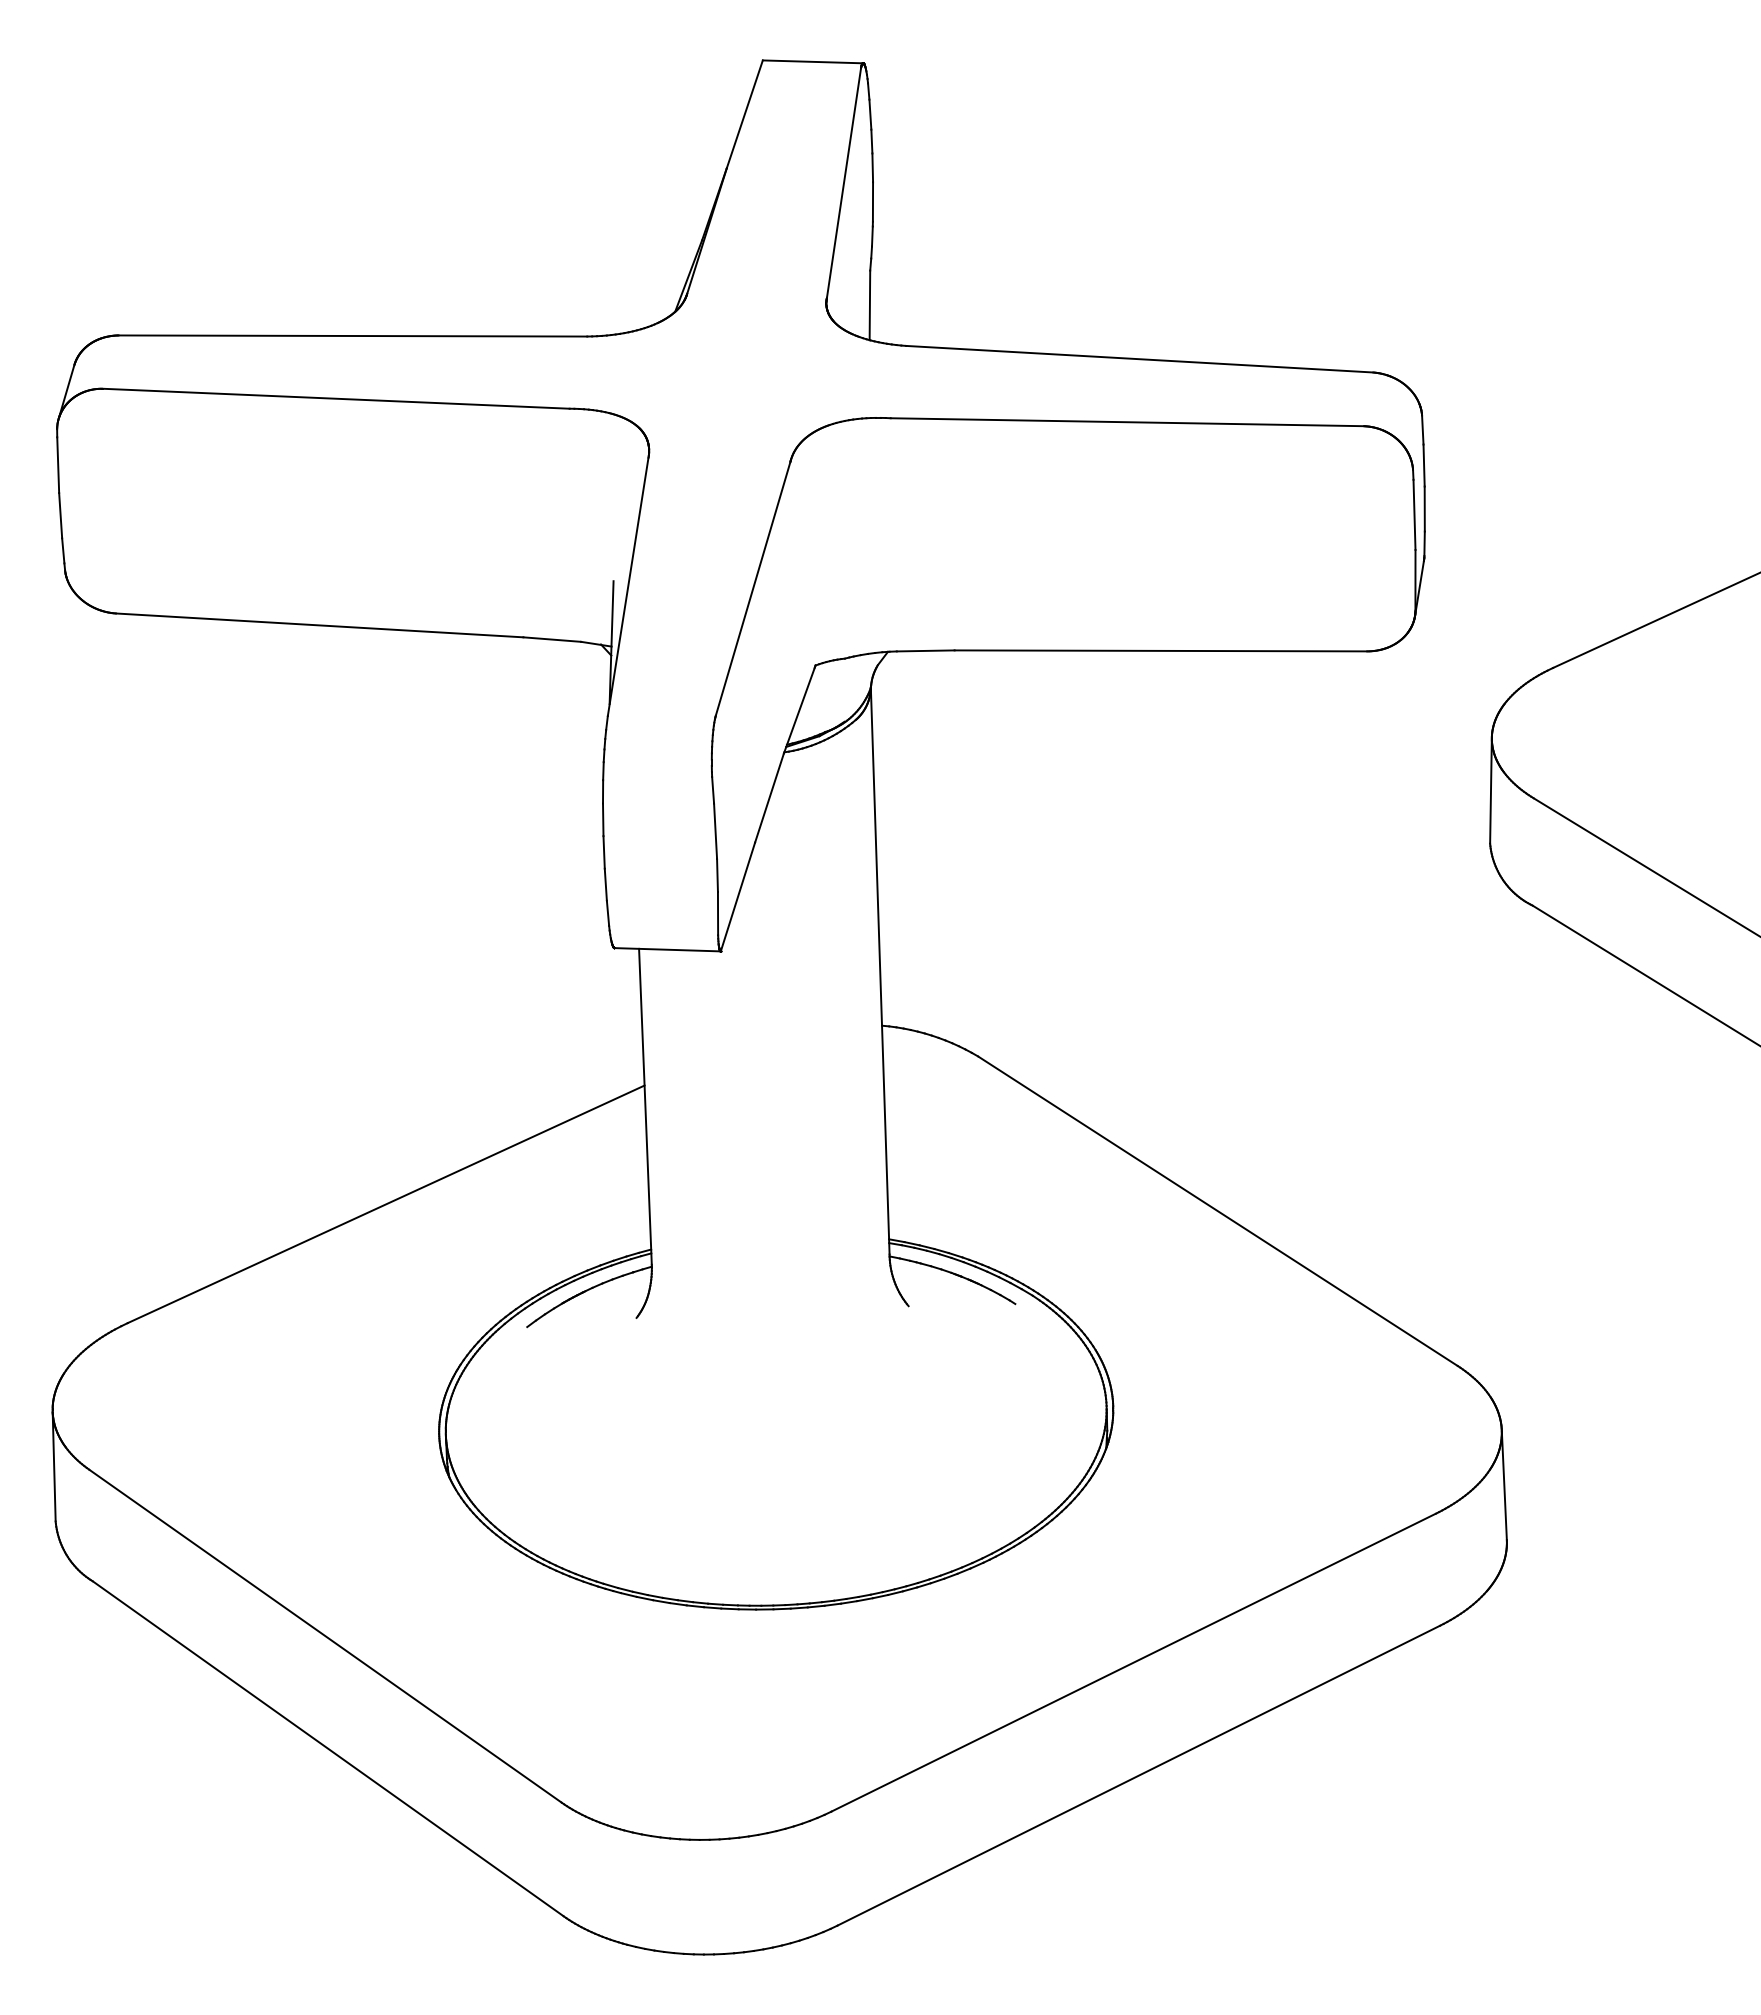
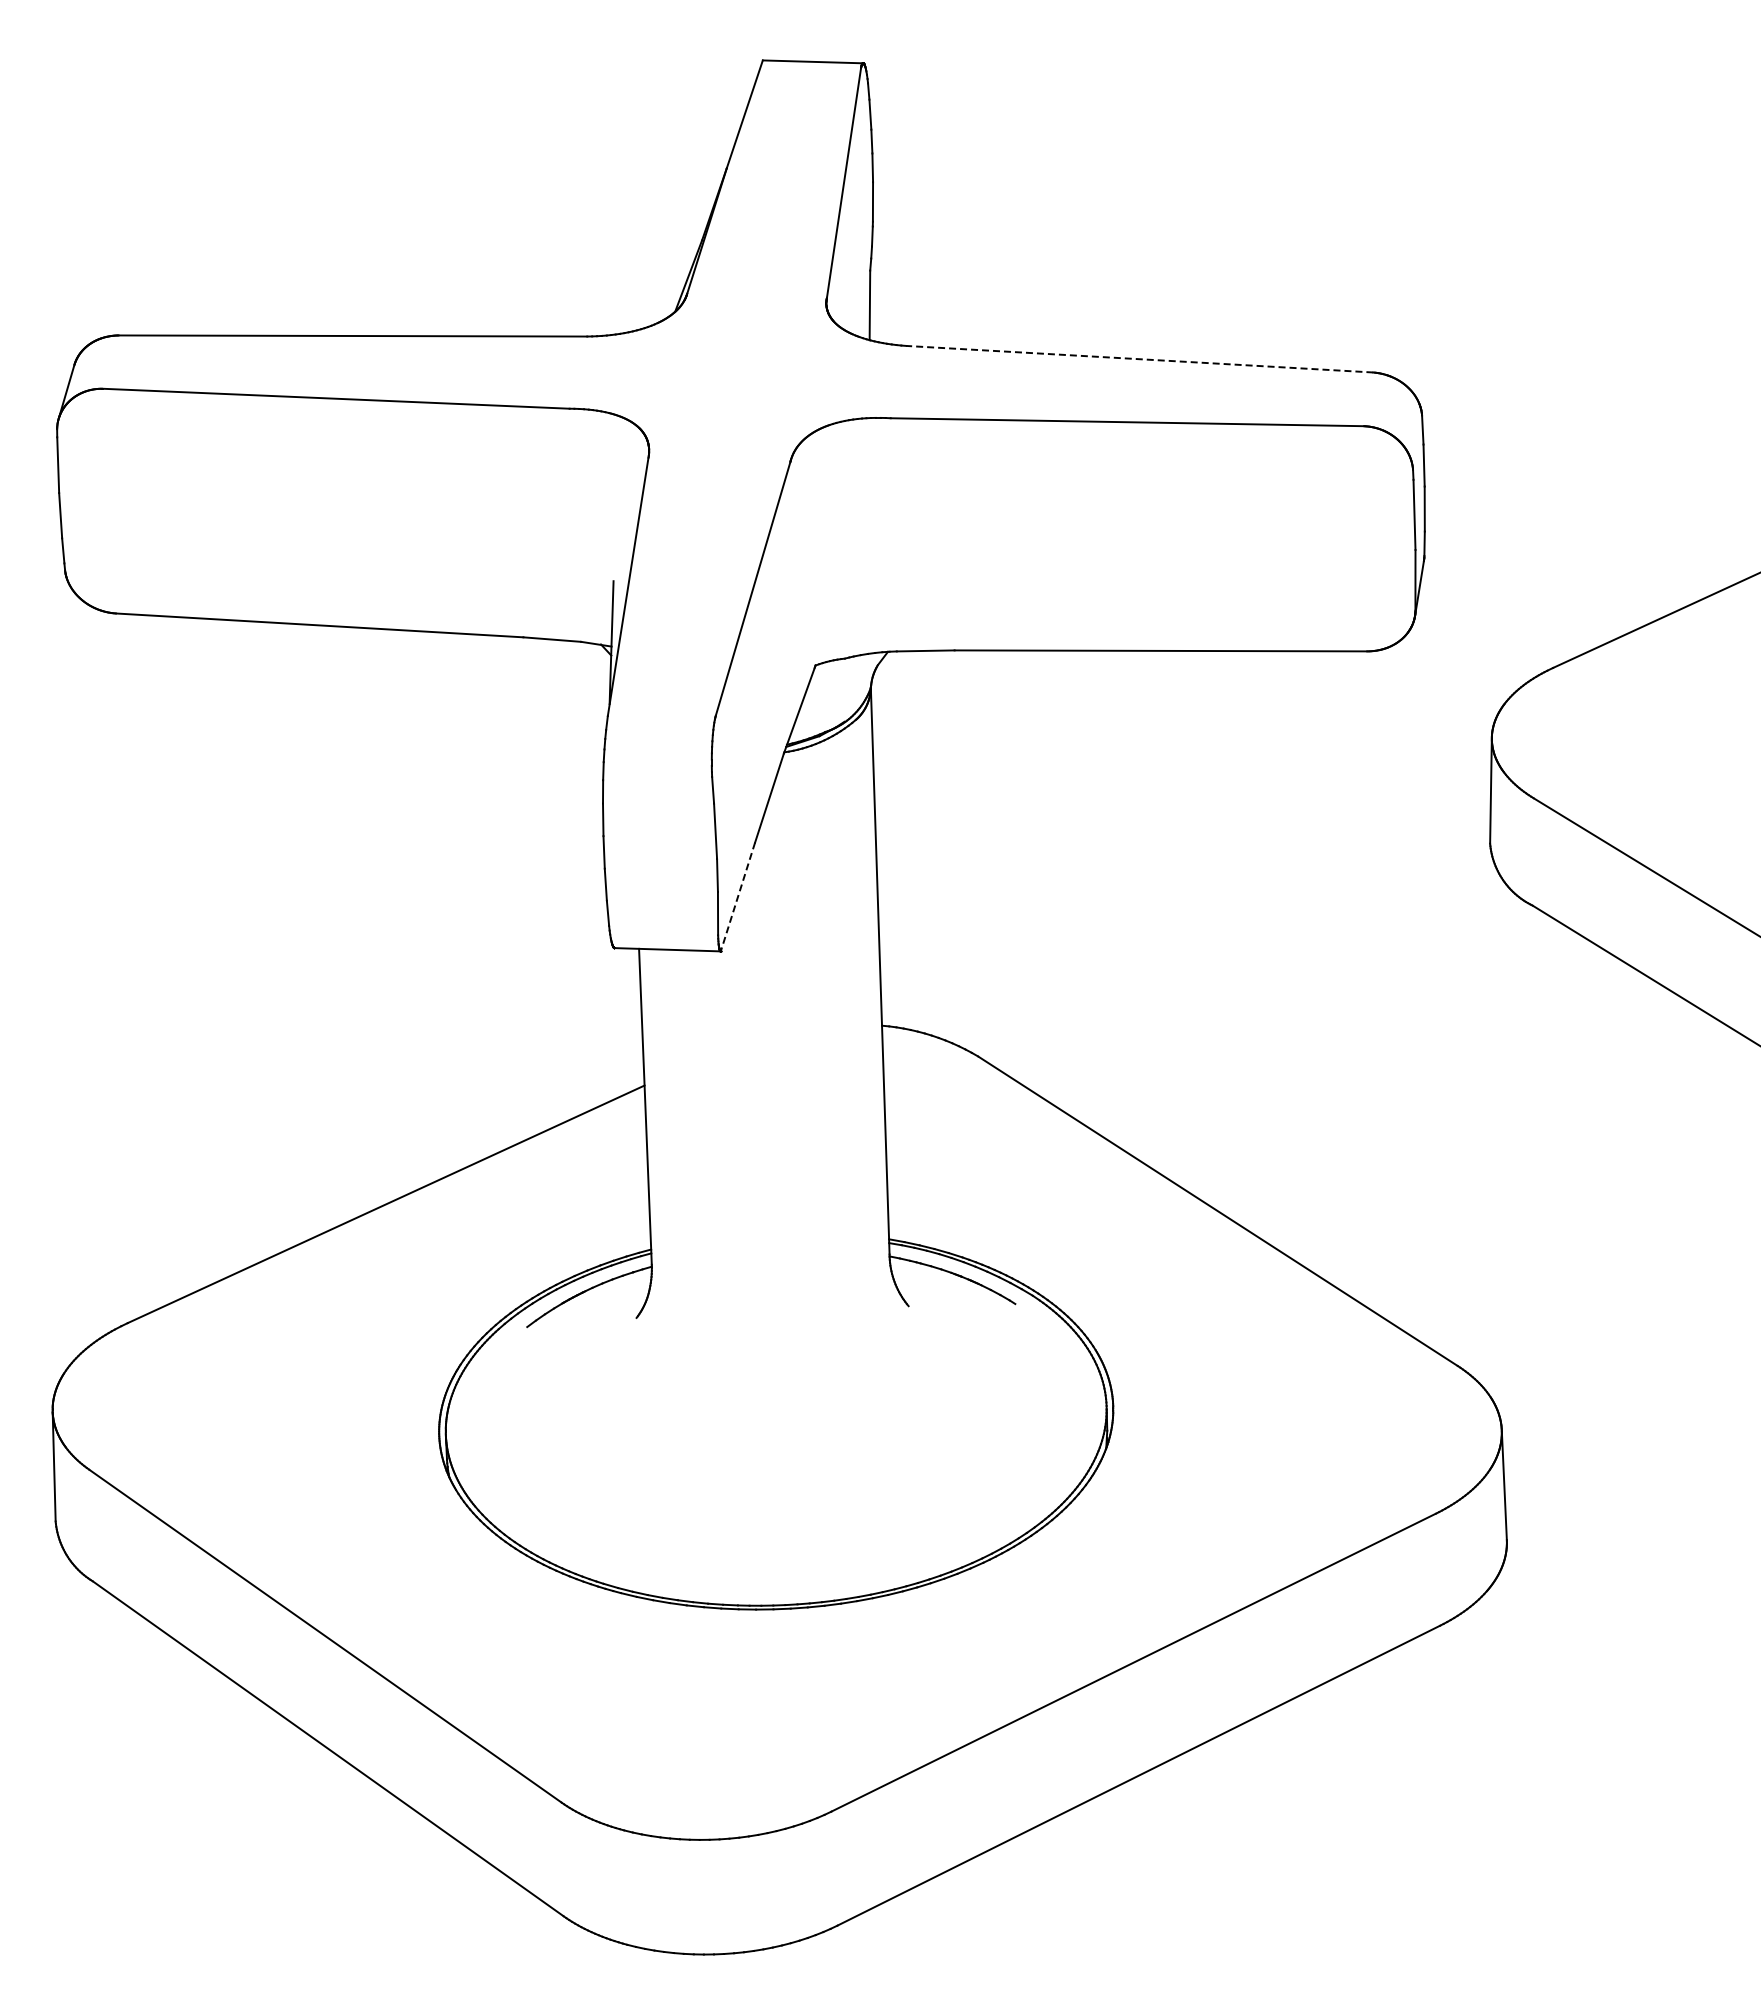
line at (1139, 359): solid -> dashed
line at (737, 897): solid -> dashed
